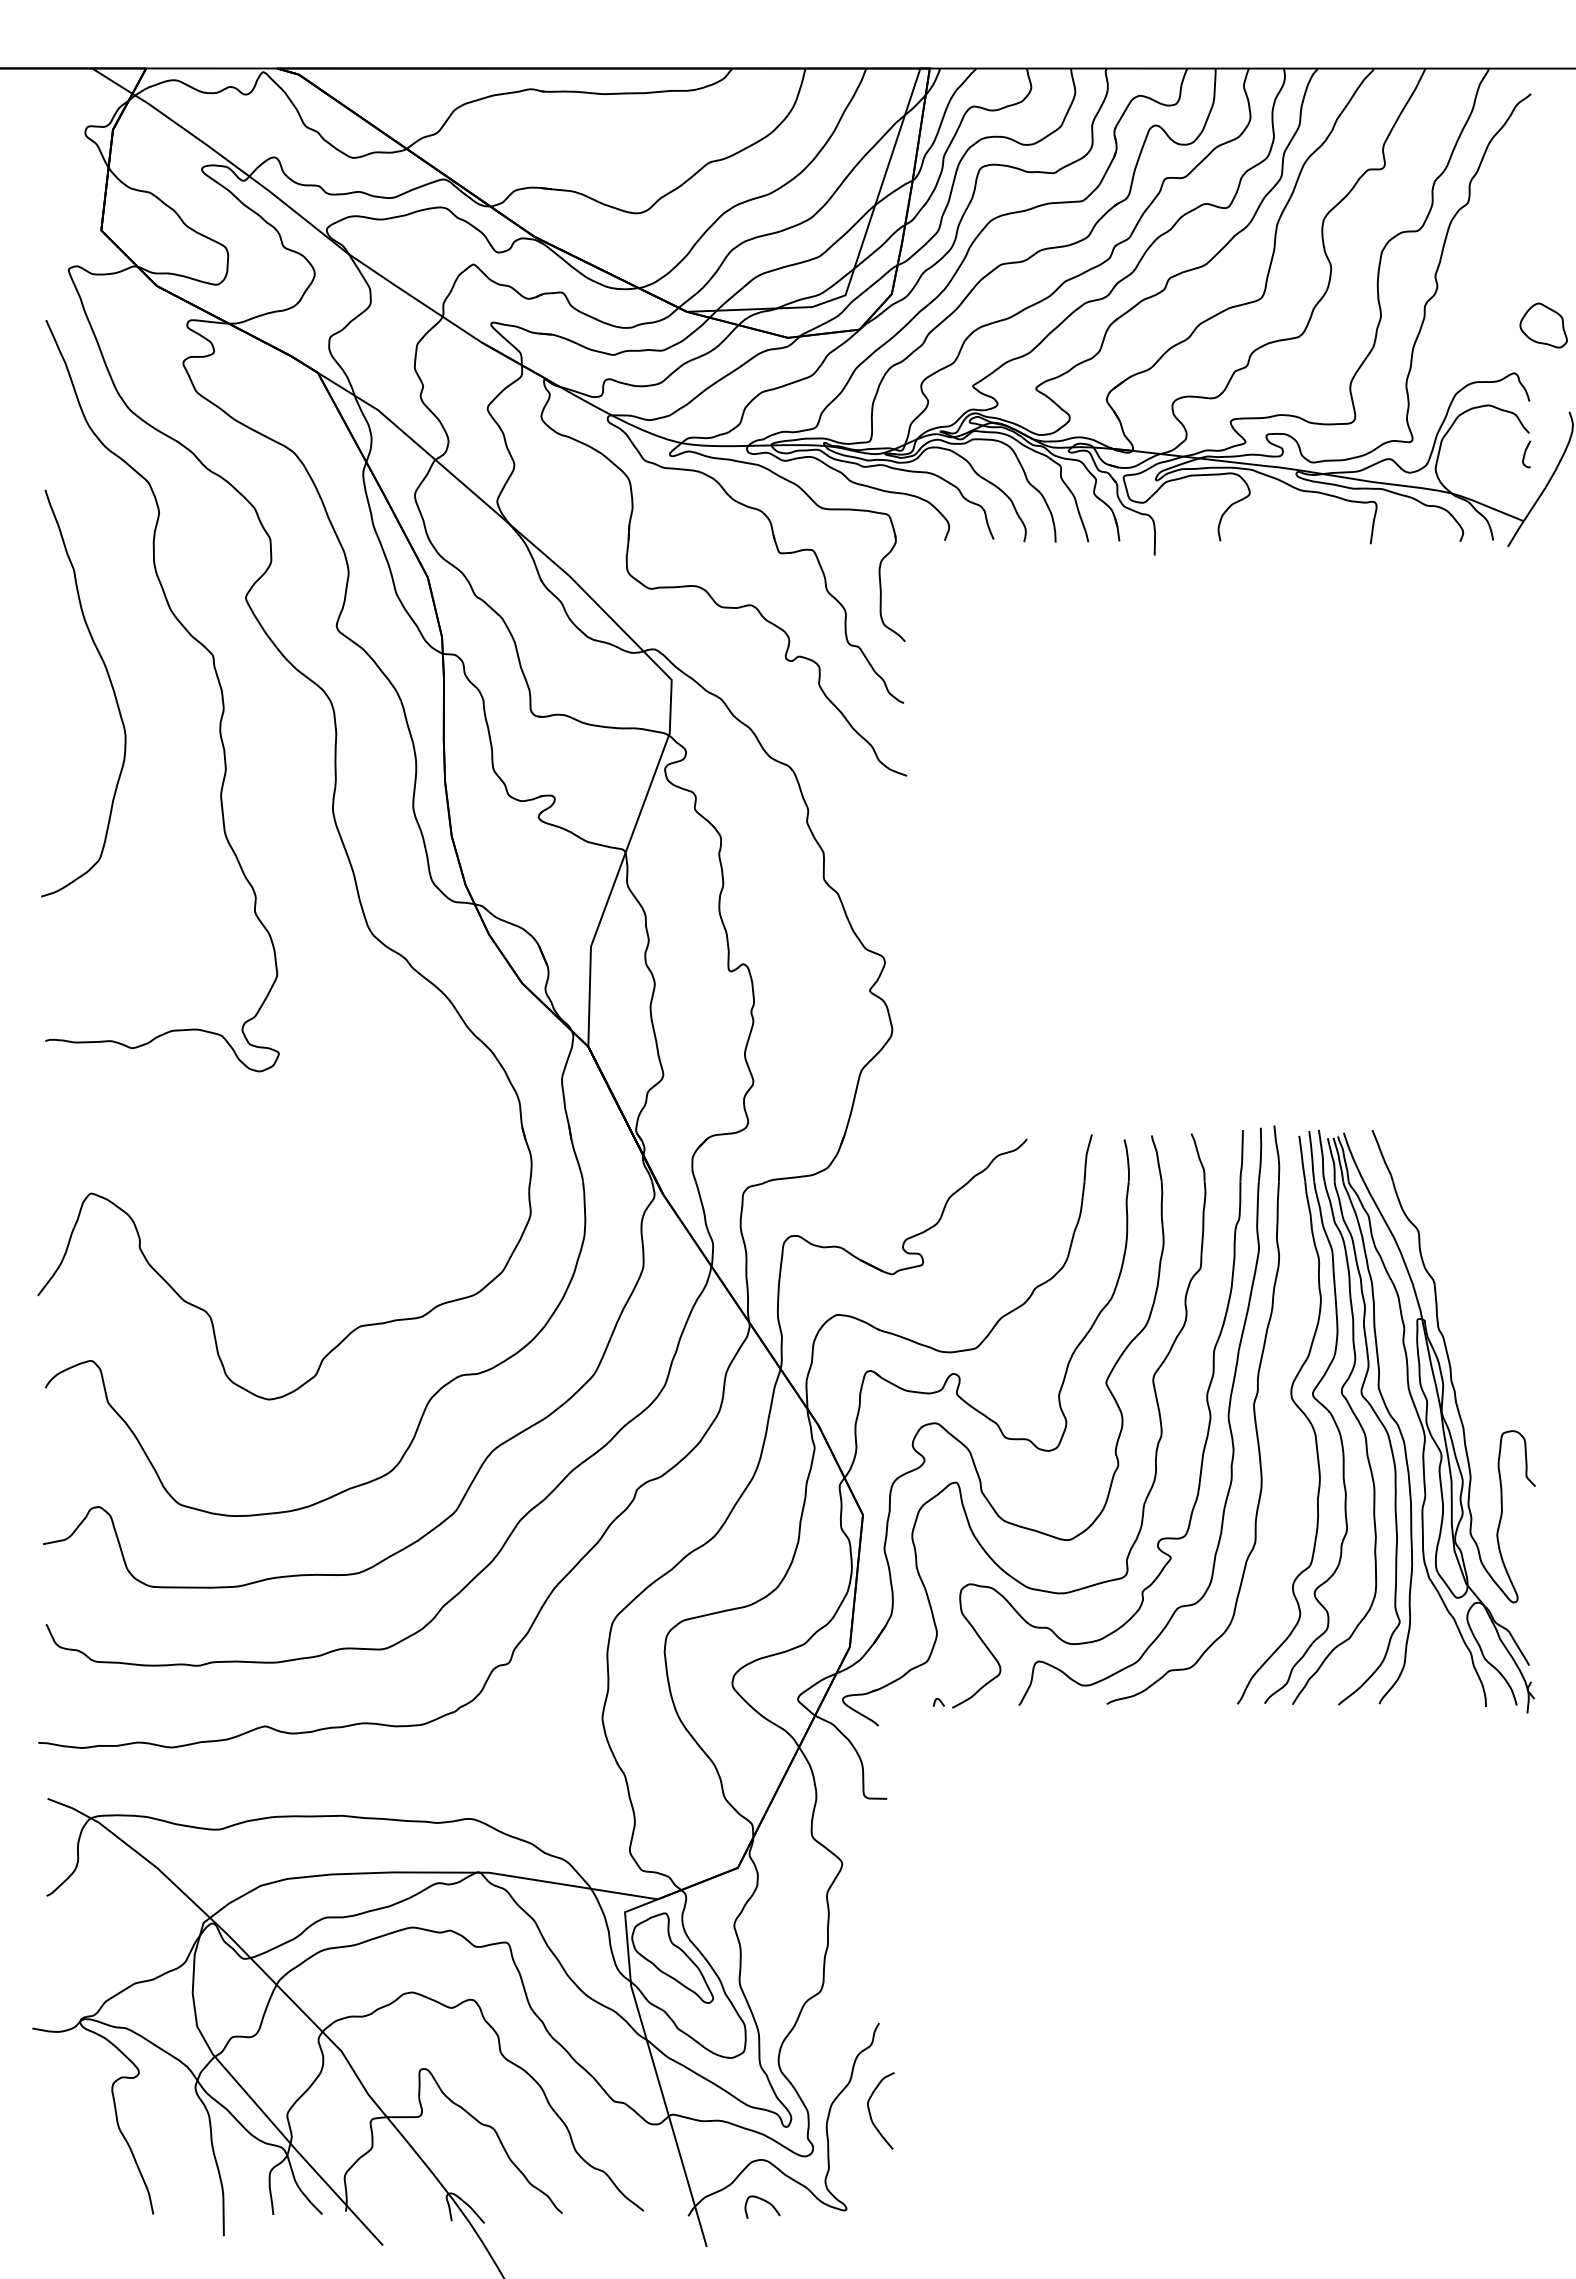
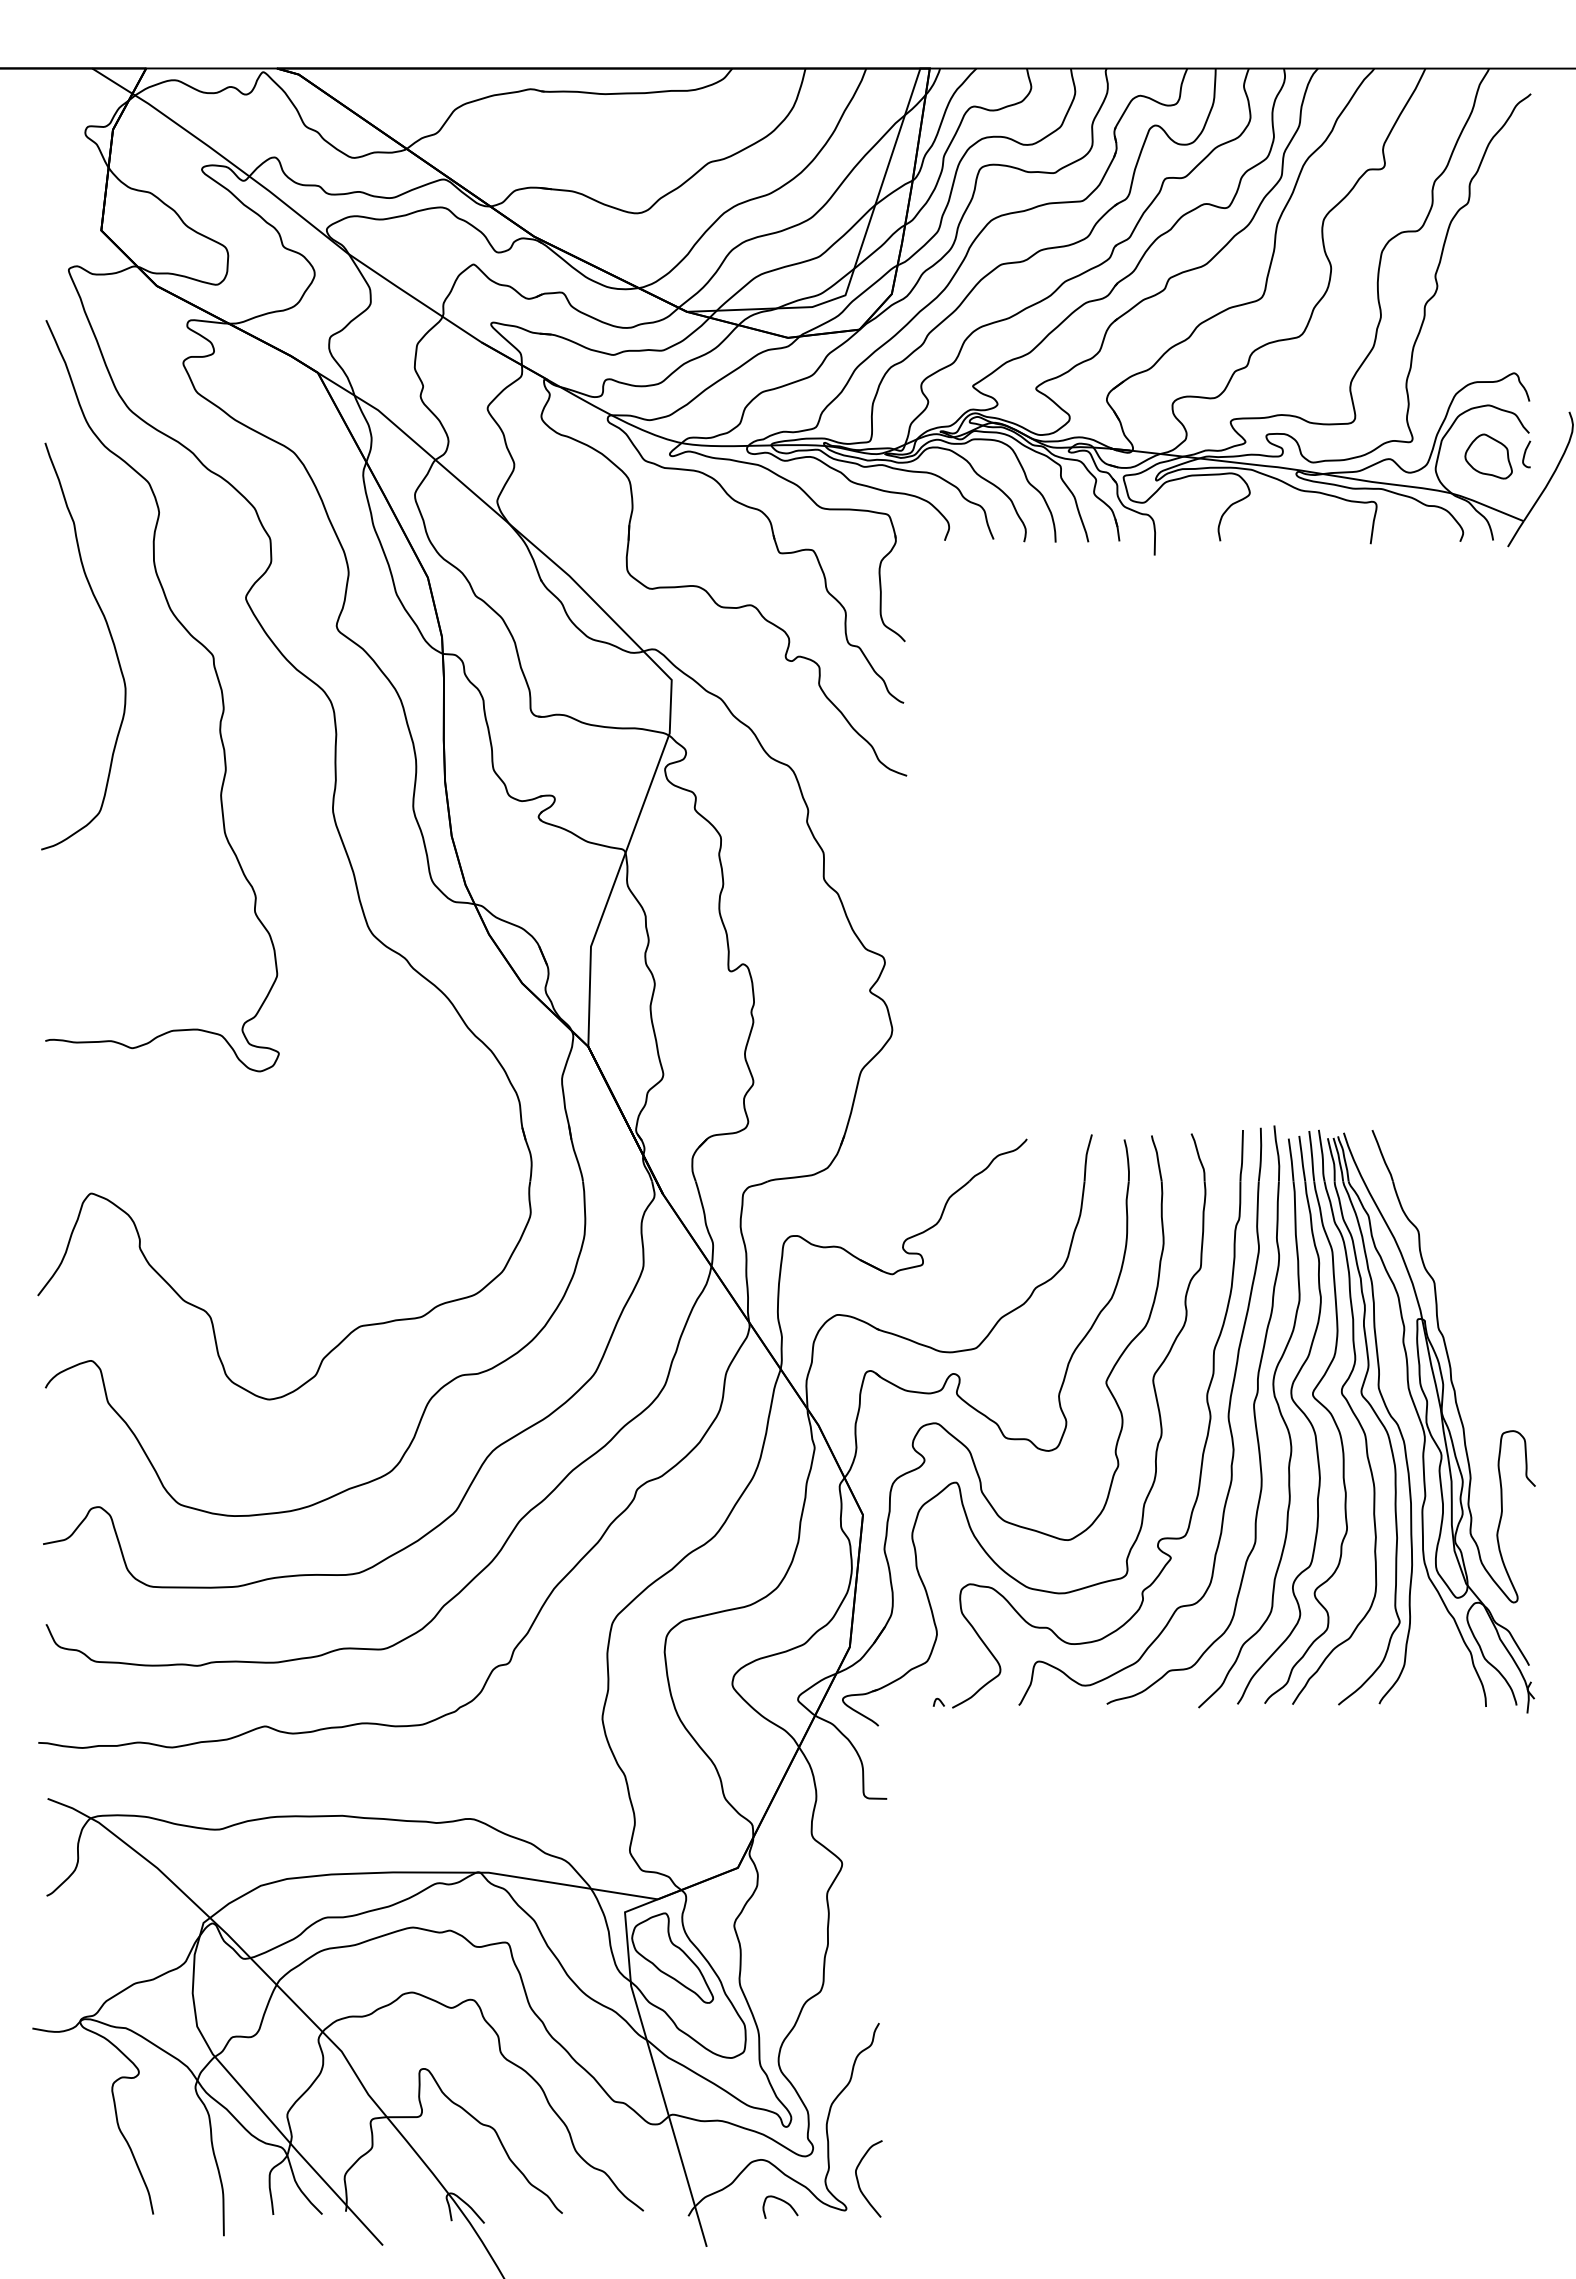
part at (1543, 325) position: (1543, 325) -> (1488, 456)
curve at (110, 684) position: (110, 684) -> (110, 637)
part at (1279, 1413): none -> present
curve at (870, 2111) position: (870, 2111) -> (858, 2179)
curve at (764, 2201) position: (764, 2201) -> (782, 2201)
